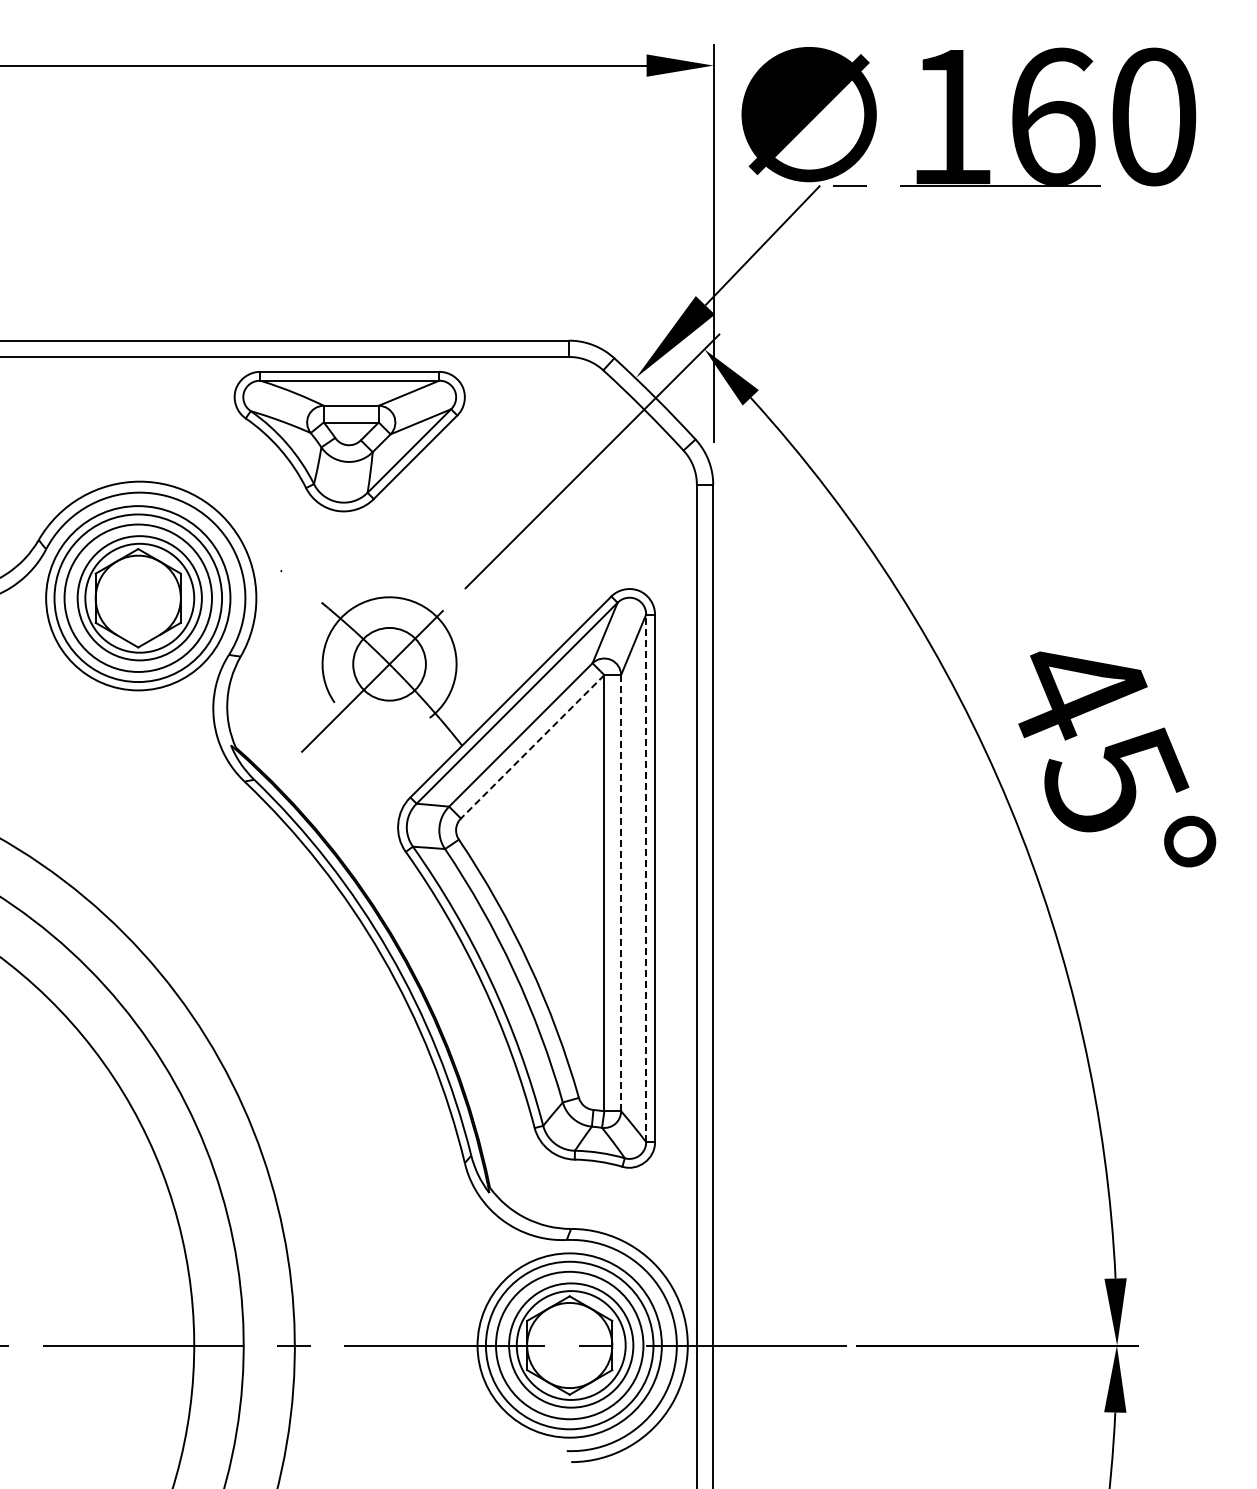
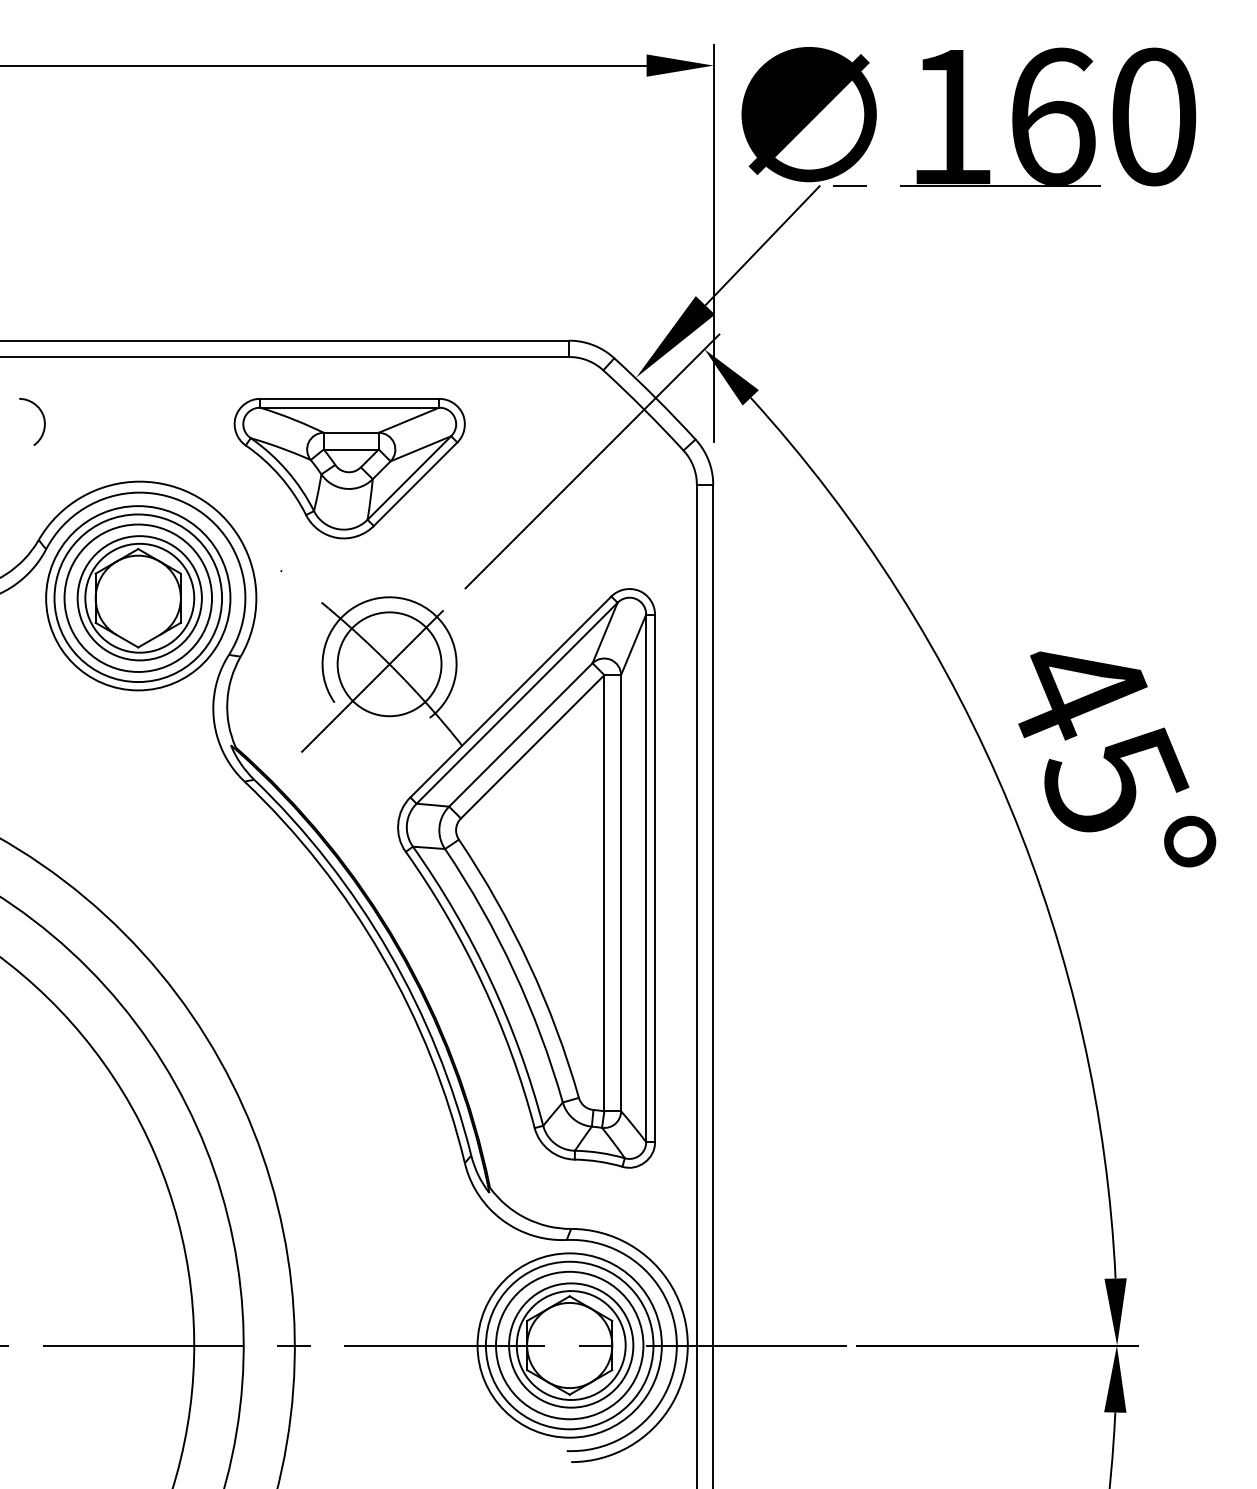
curve at (43, 421): none -> present
part at (349, 441) position: (349, 441) -> (349, 468)
circle at (389, 663) diameter: 73 px -> 104 px
line at (532, 747): dashed -> solid
line at (646, 878): dashed -> solid
line at (621, 893): dashed -> solid
